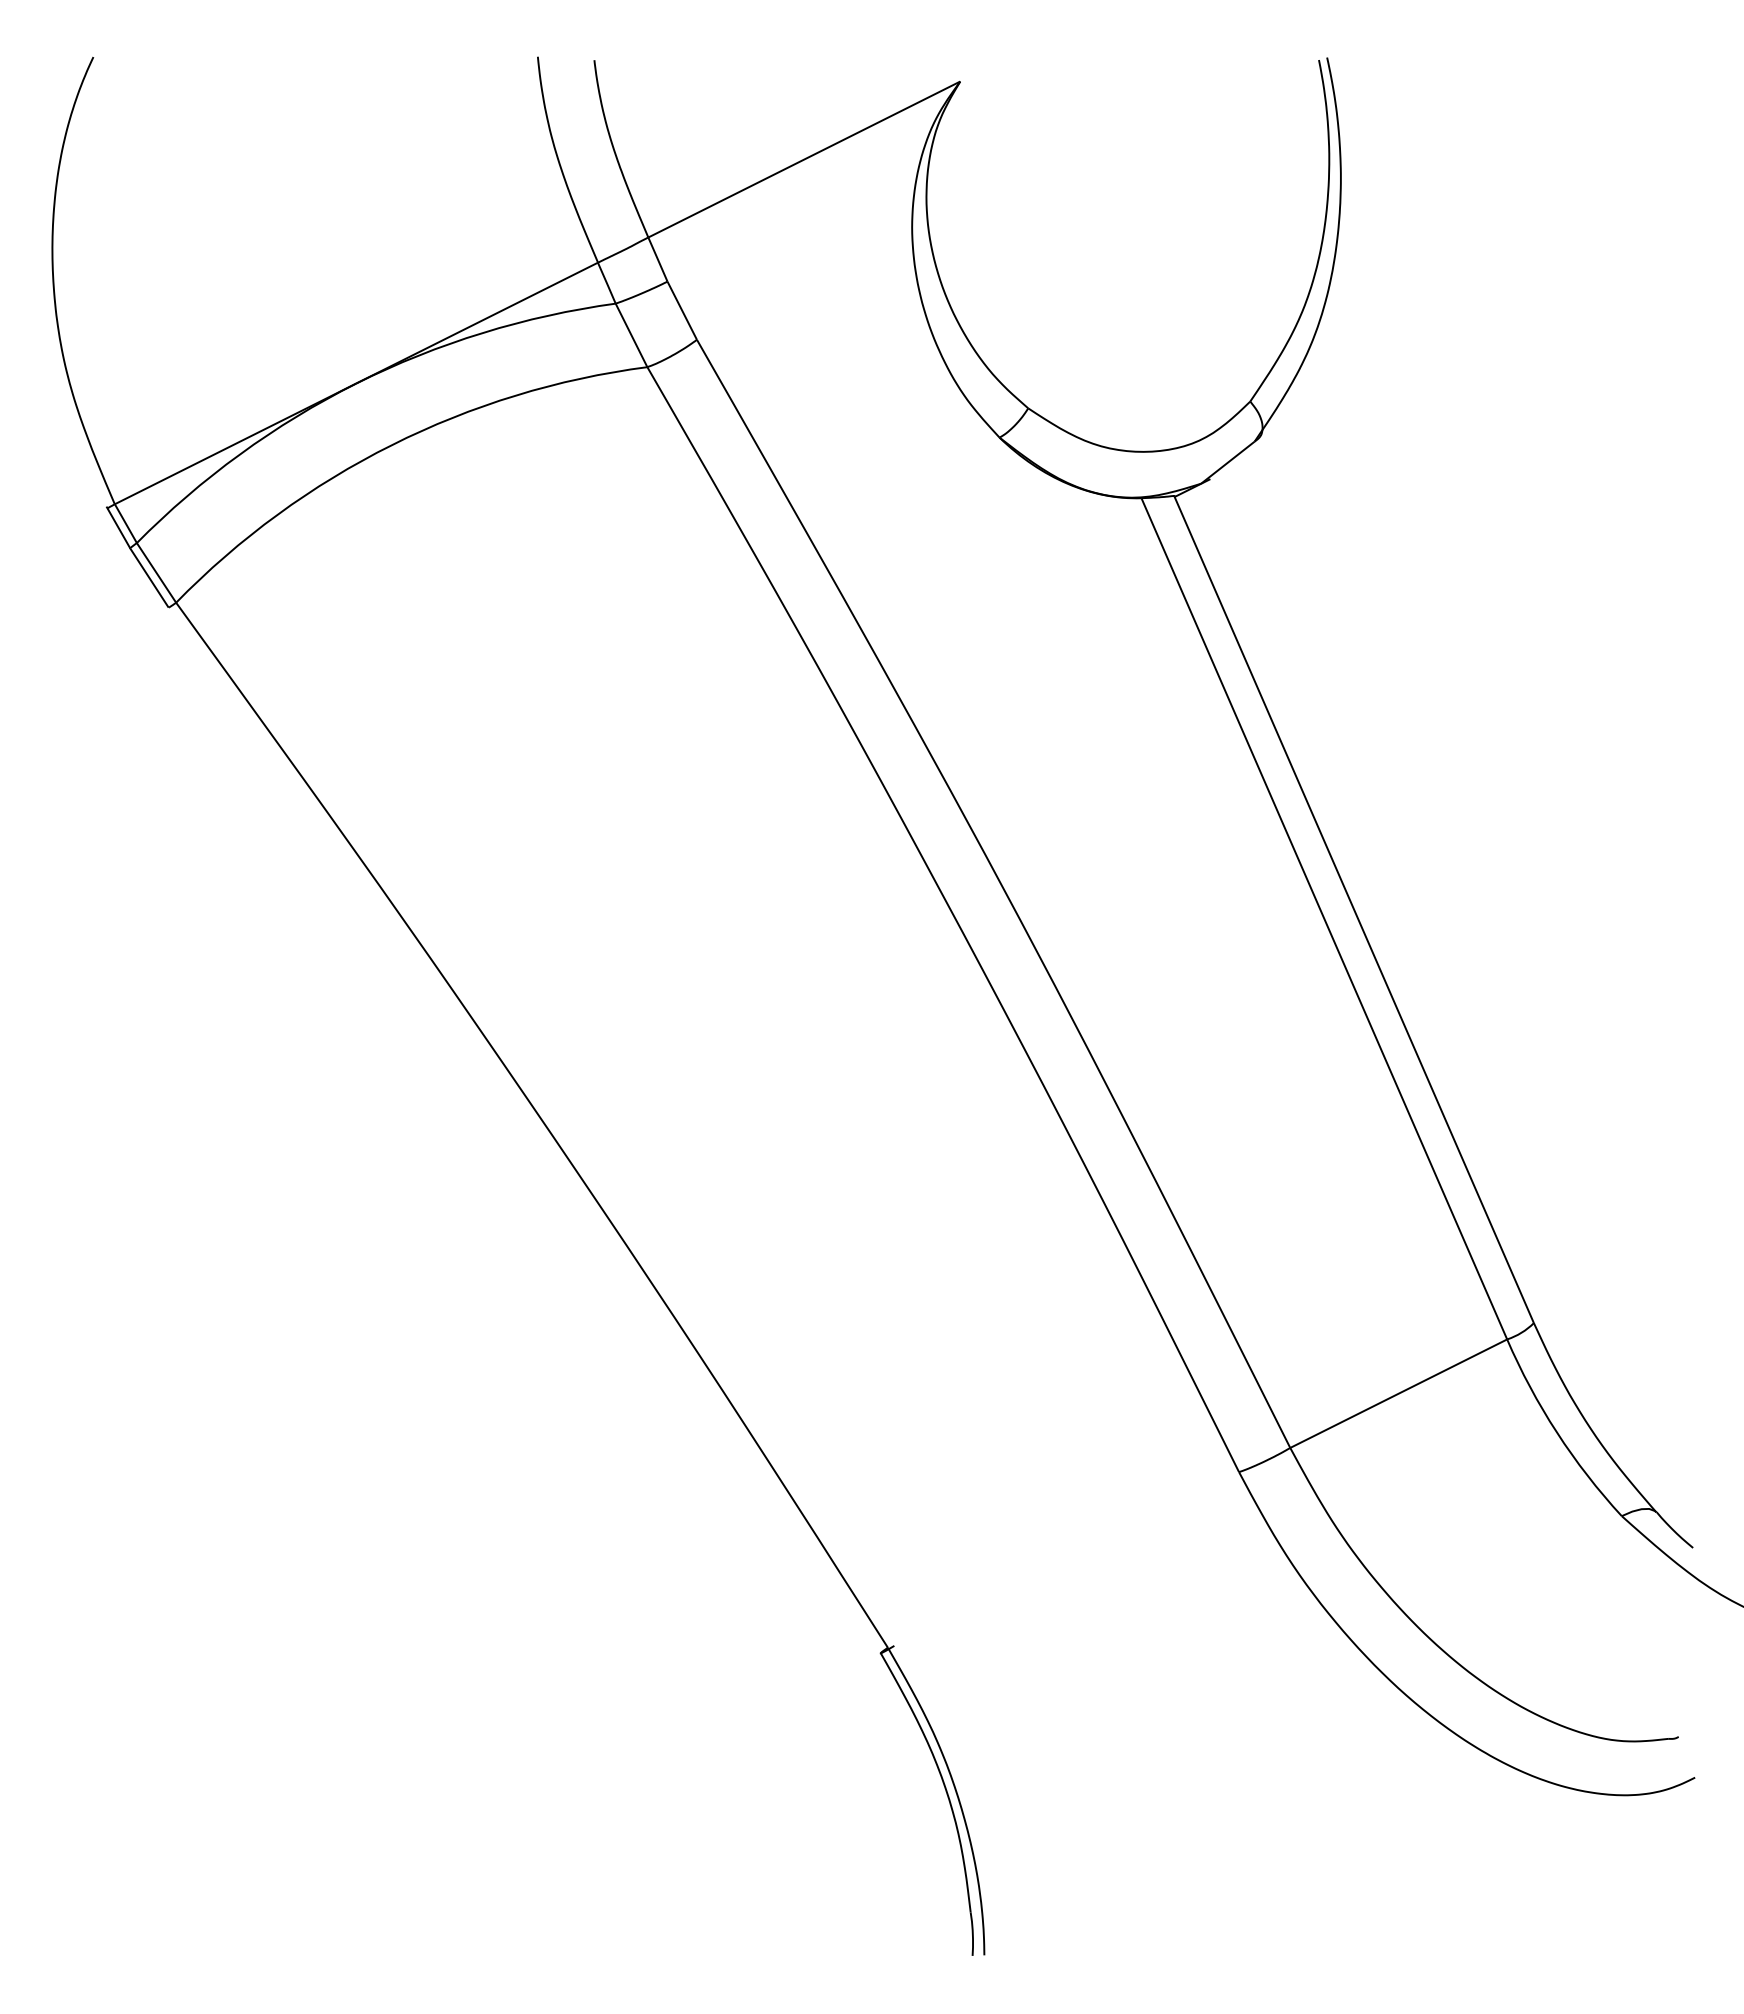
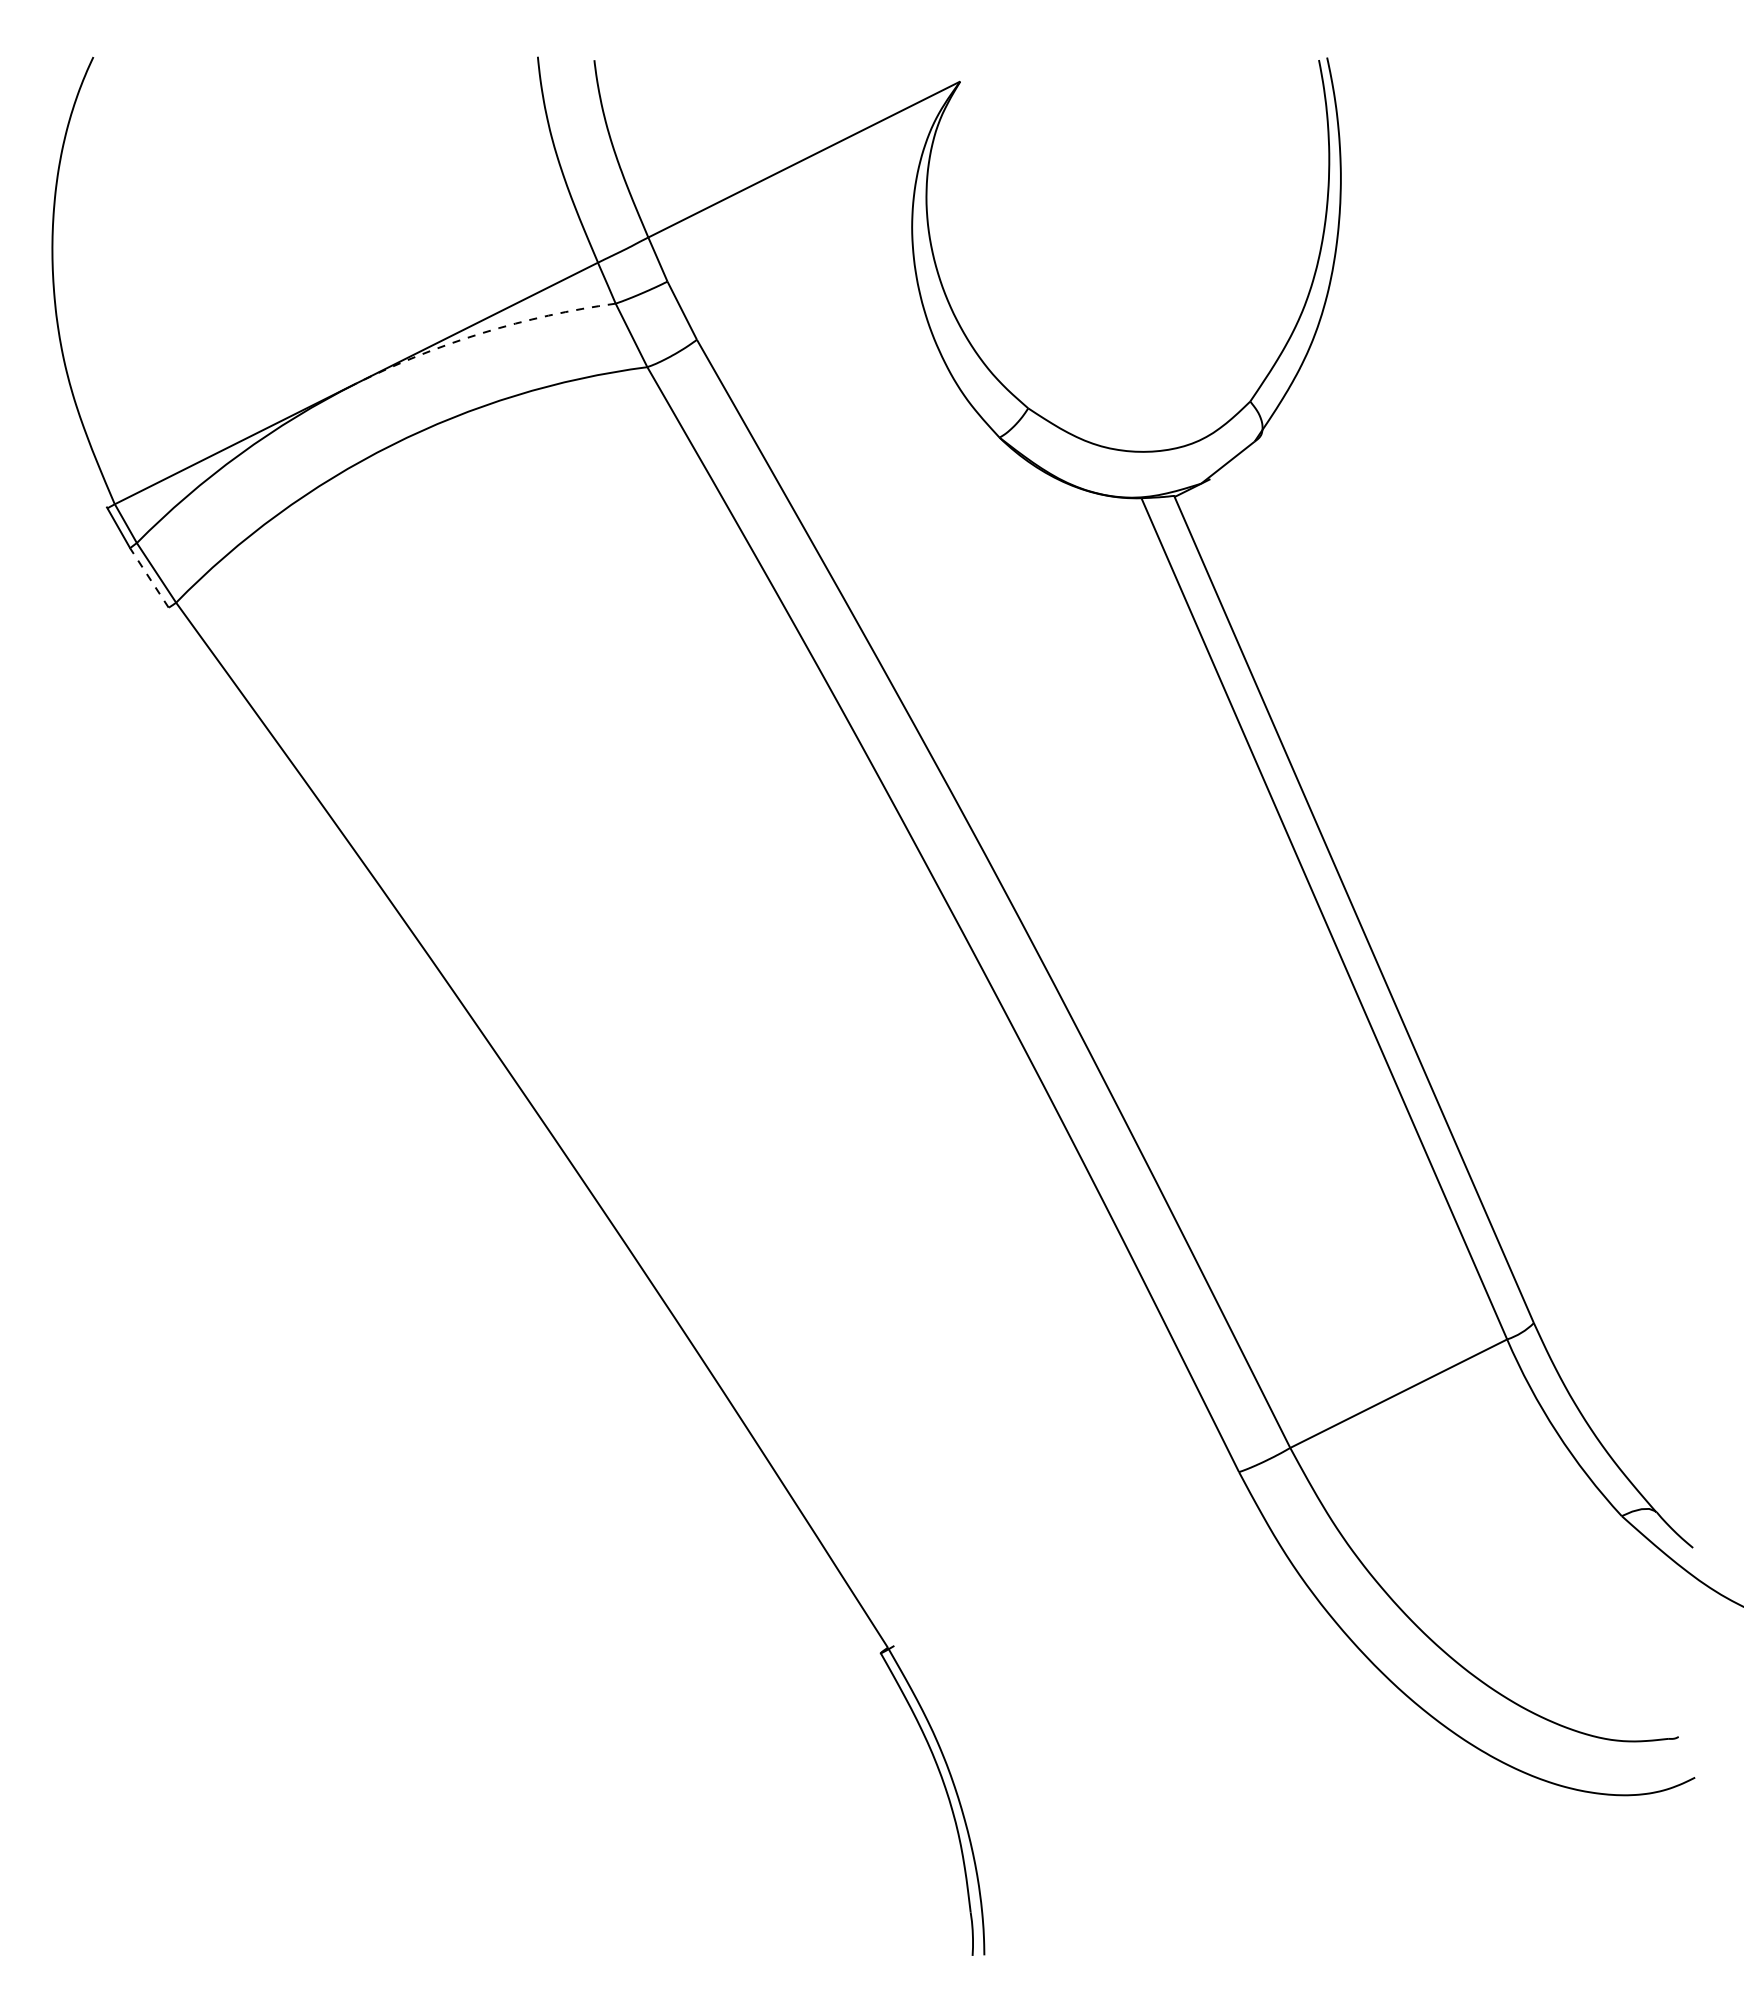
line at (482, 333): solid -> dashed
line at (149, 577): solid -> dashed
